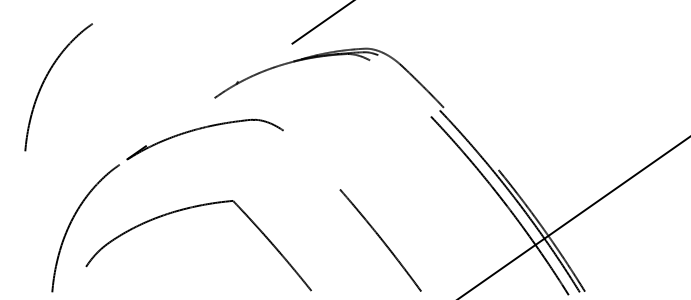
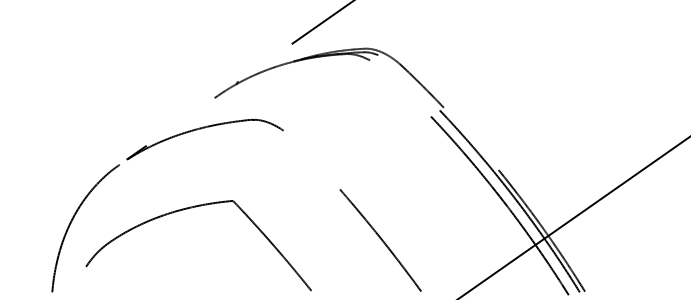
curve at (45, 80): present -> none
